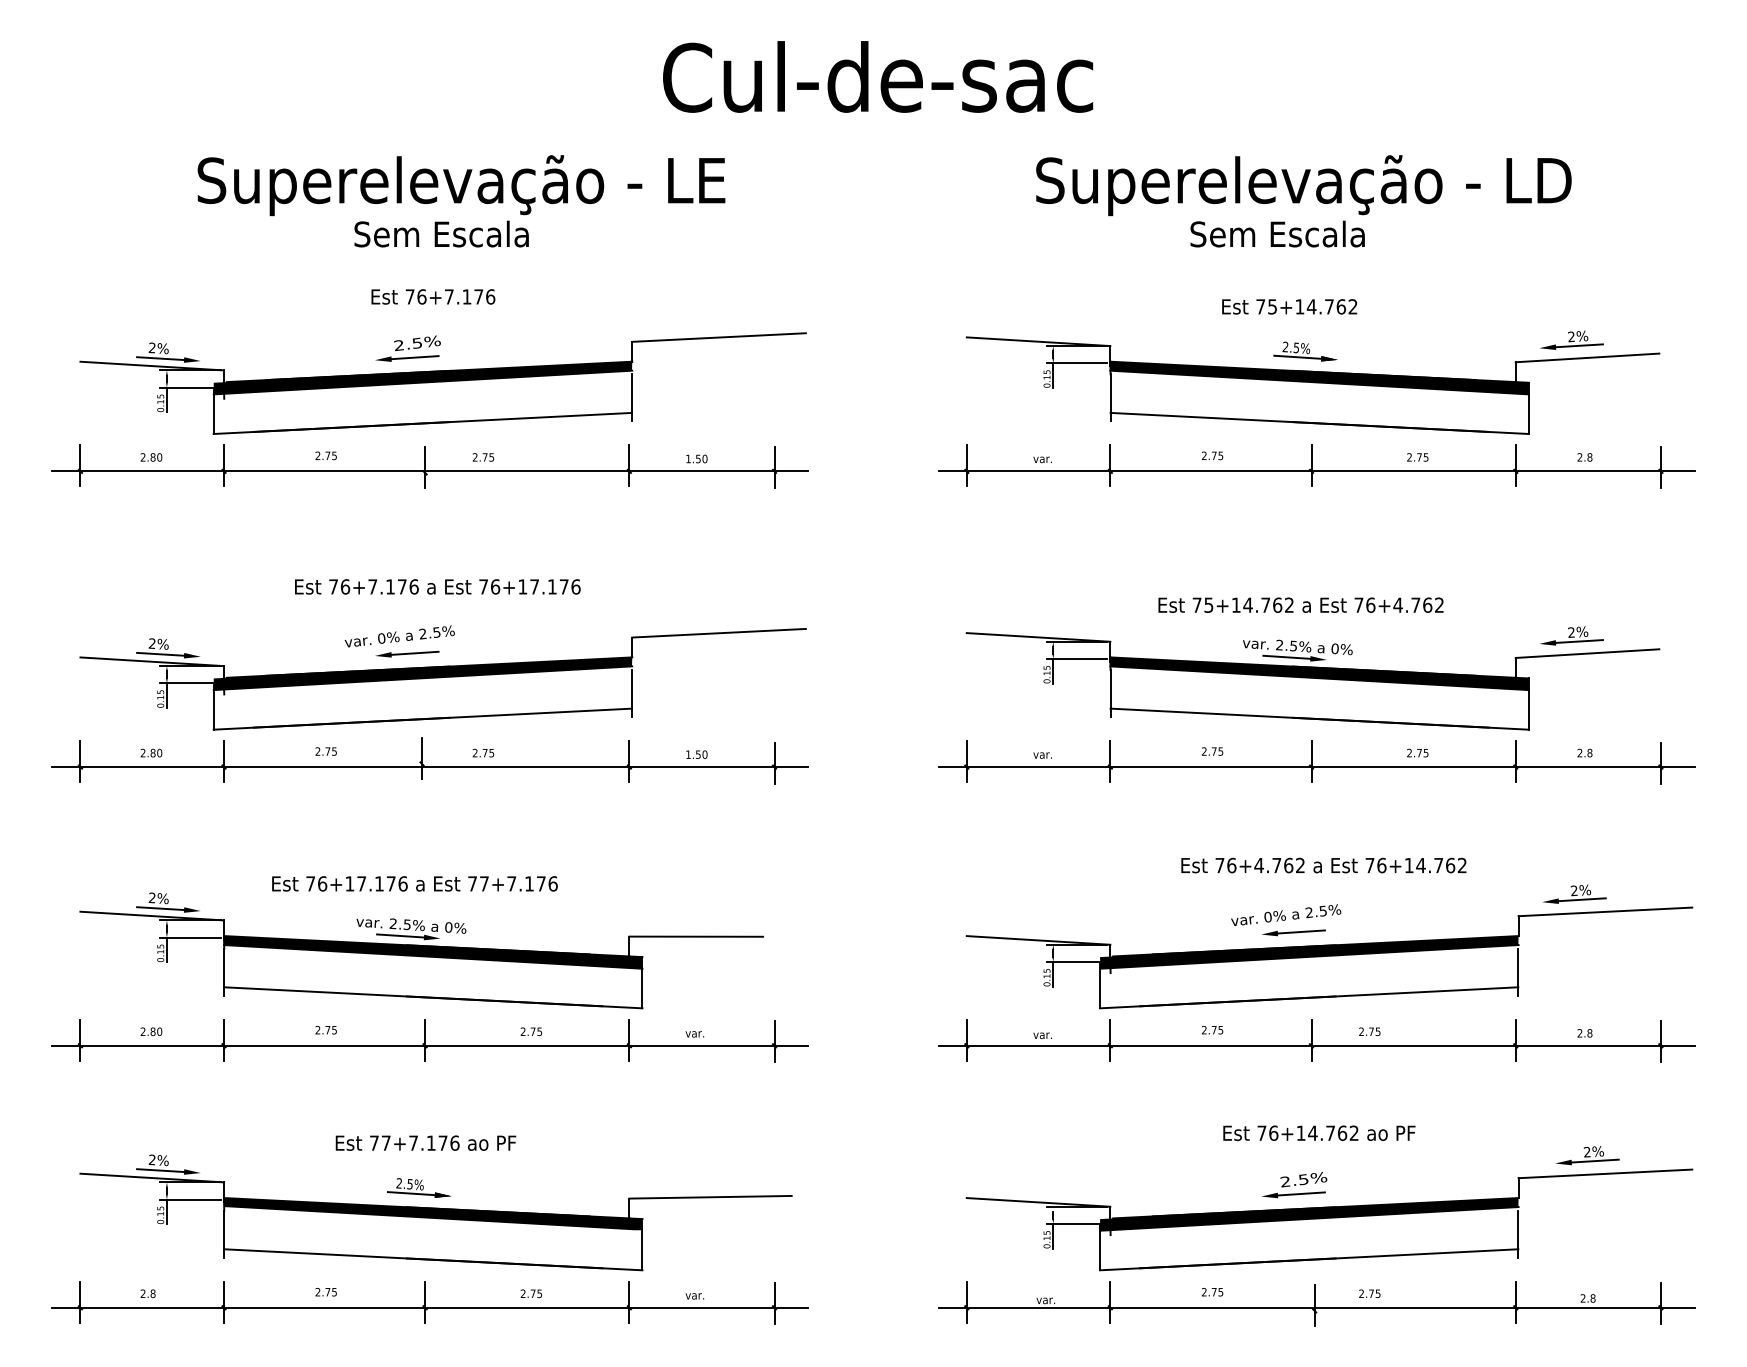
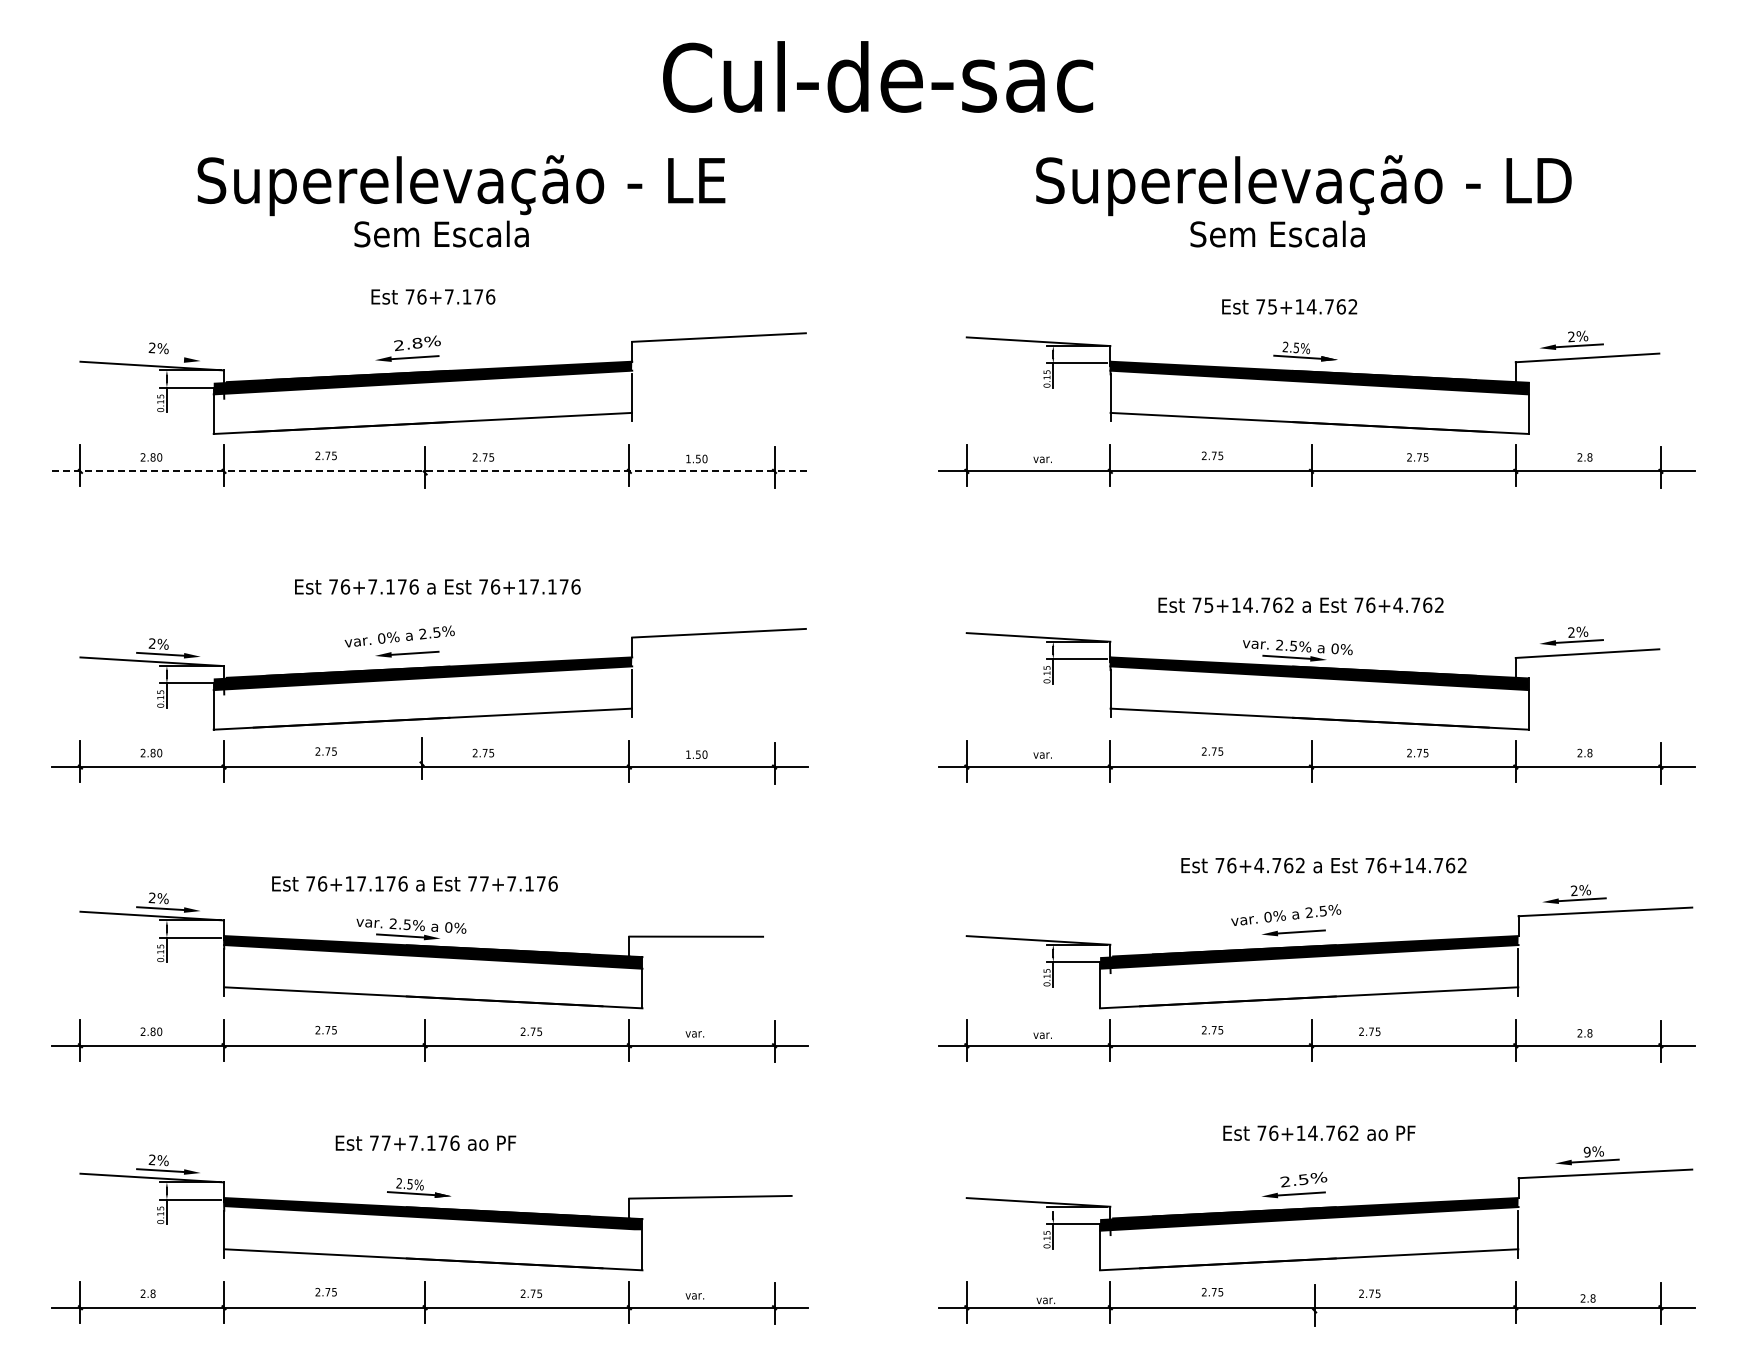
text at (417, 342): 2.5% -> 2.8%
line at (160, 358): present -> none
line at (430, 471): solid -> dashed
text at (1586, 1152): 2% -> 9%
